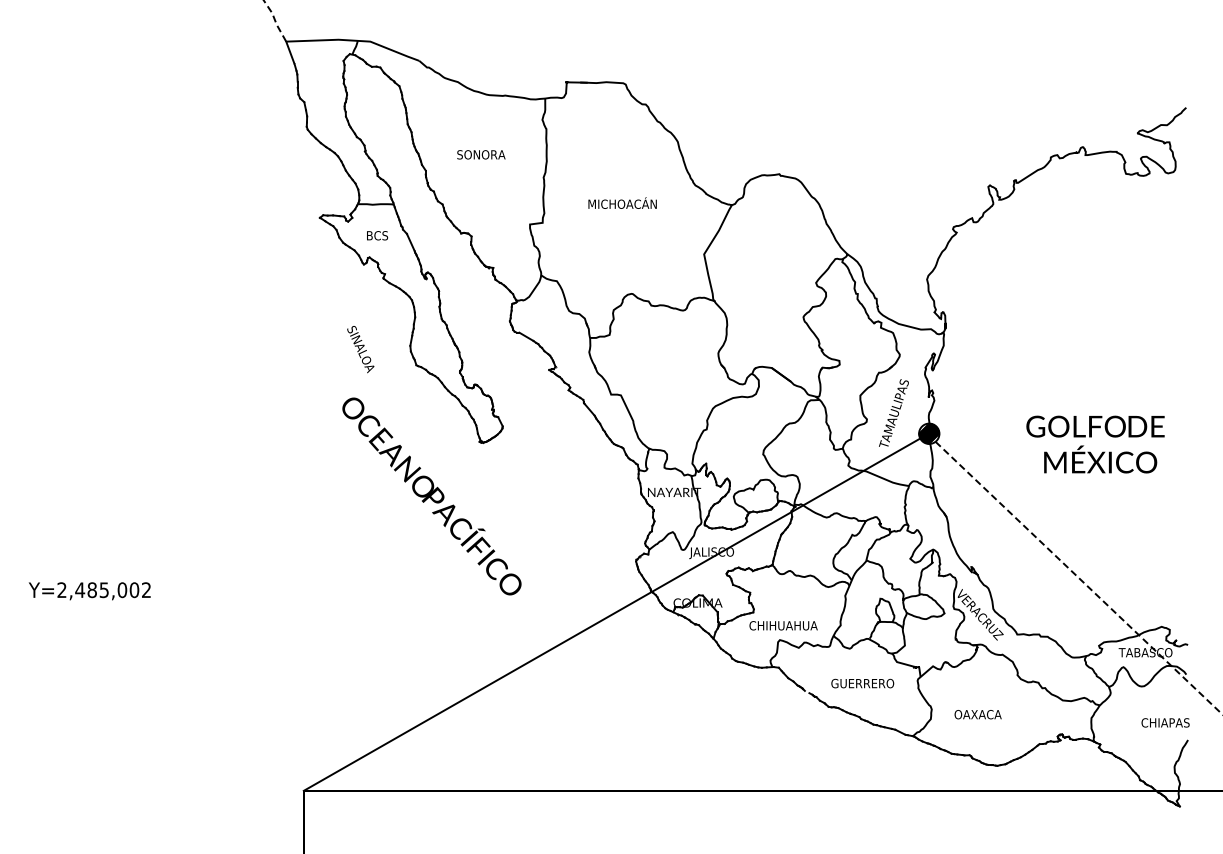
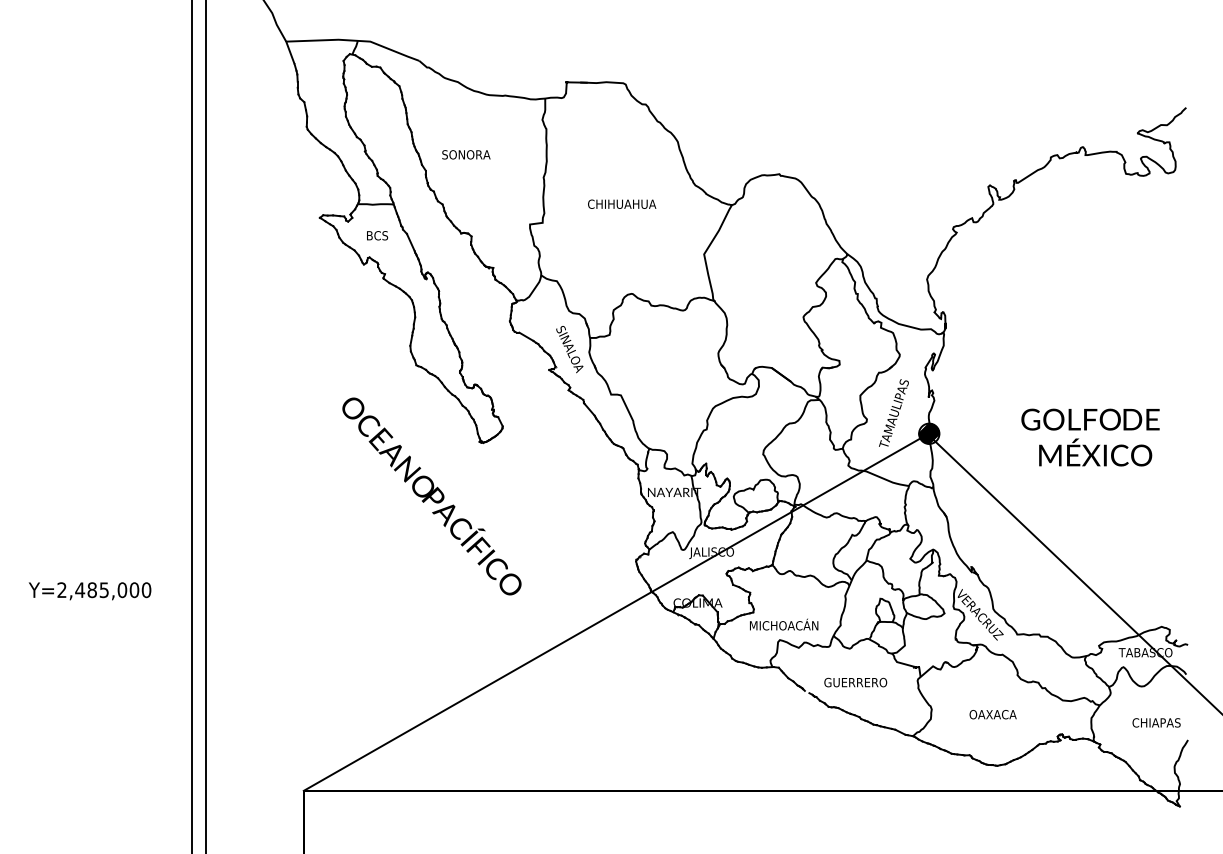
line at (275, 21): dashed -> solid
text at (481, 154) position: (481, 154) -> (466, 154)
text at (622, 202): MICHOACÁN -> CHIHUAHUA
text at (360, 349) position: (360, 349) -> (569, 349)
line at (191, 426): none -> present
line at (206, 426): none -> present
text at (1095, 444) position: (1095, 444) -> (1090, 437)
line at (1075, 574): dashed -> solid
text at (146, 590): Y=2,485,002 -> Y=2,485,000
text at (783, 624): CHIHUAHUA -> MICHOACÁN
text at (862, 683) position: (862, 683) -> (855, 682)
text at (977, 714) position: (977, 714) -> (992, 714)
text at (1165, 722) position: (1165, 722) -> (1156, 722)
